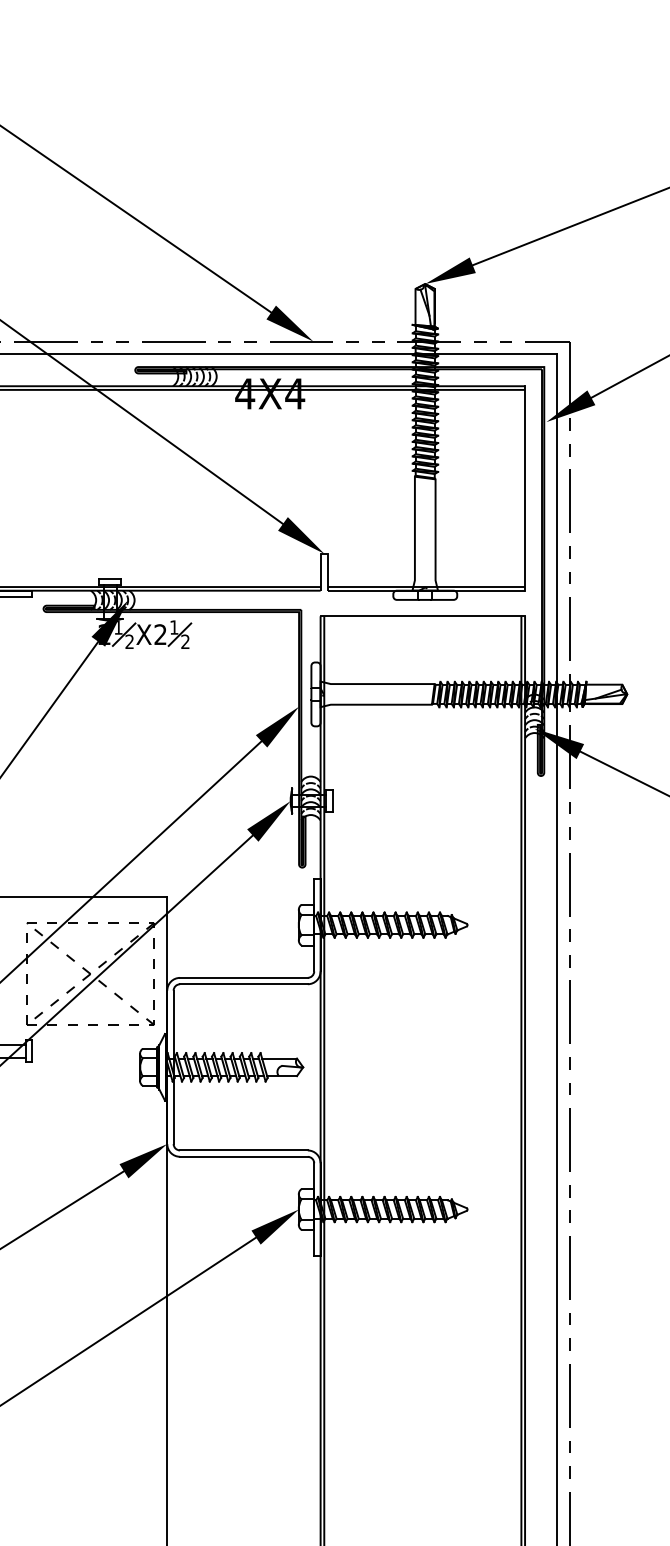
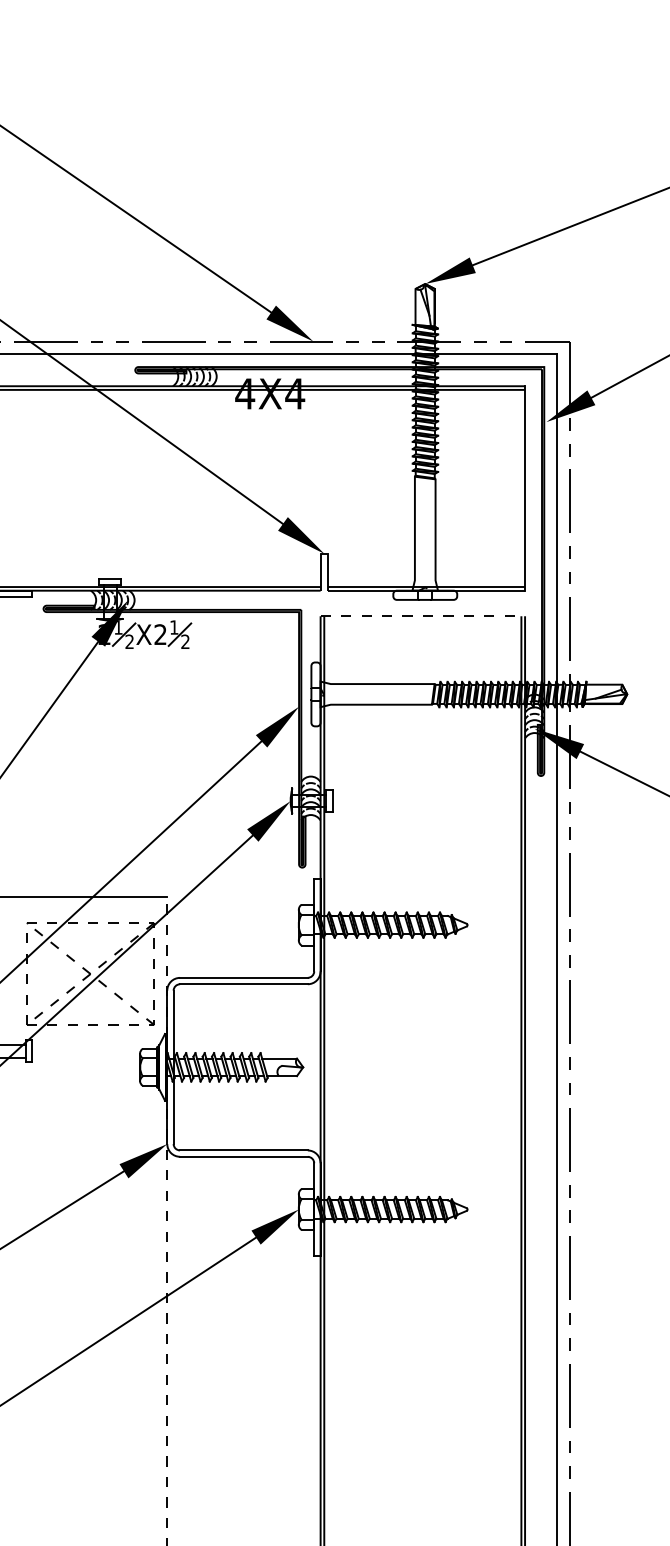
line at (423, 616): solid -> dashed
line at (167, 1221): solid -> dashed
